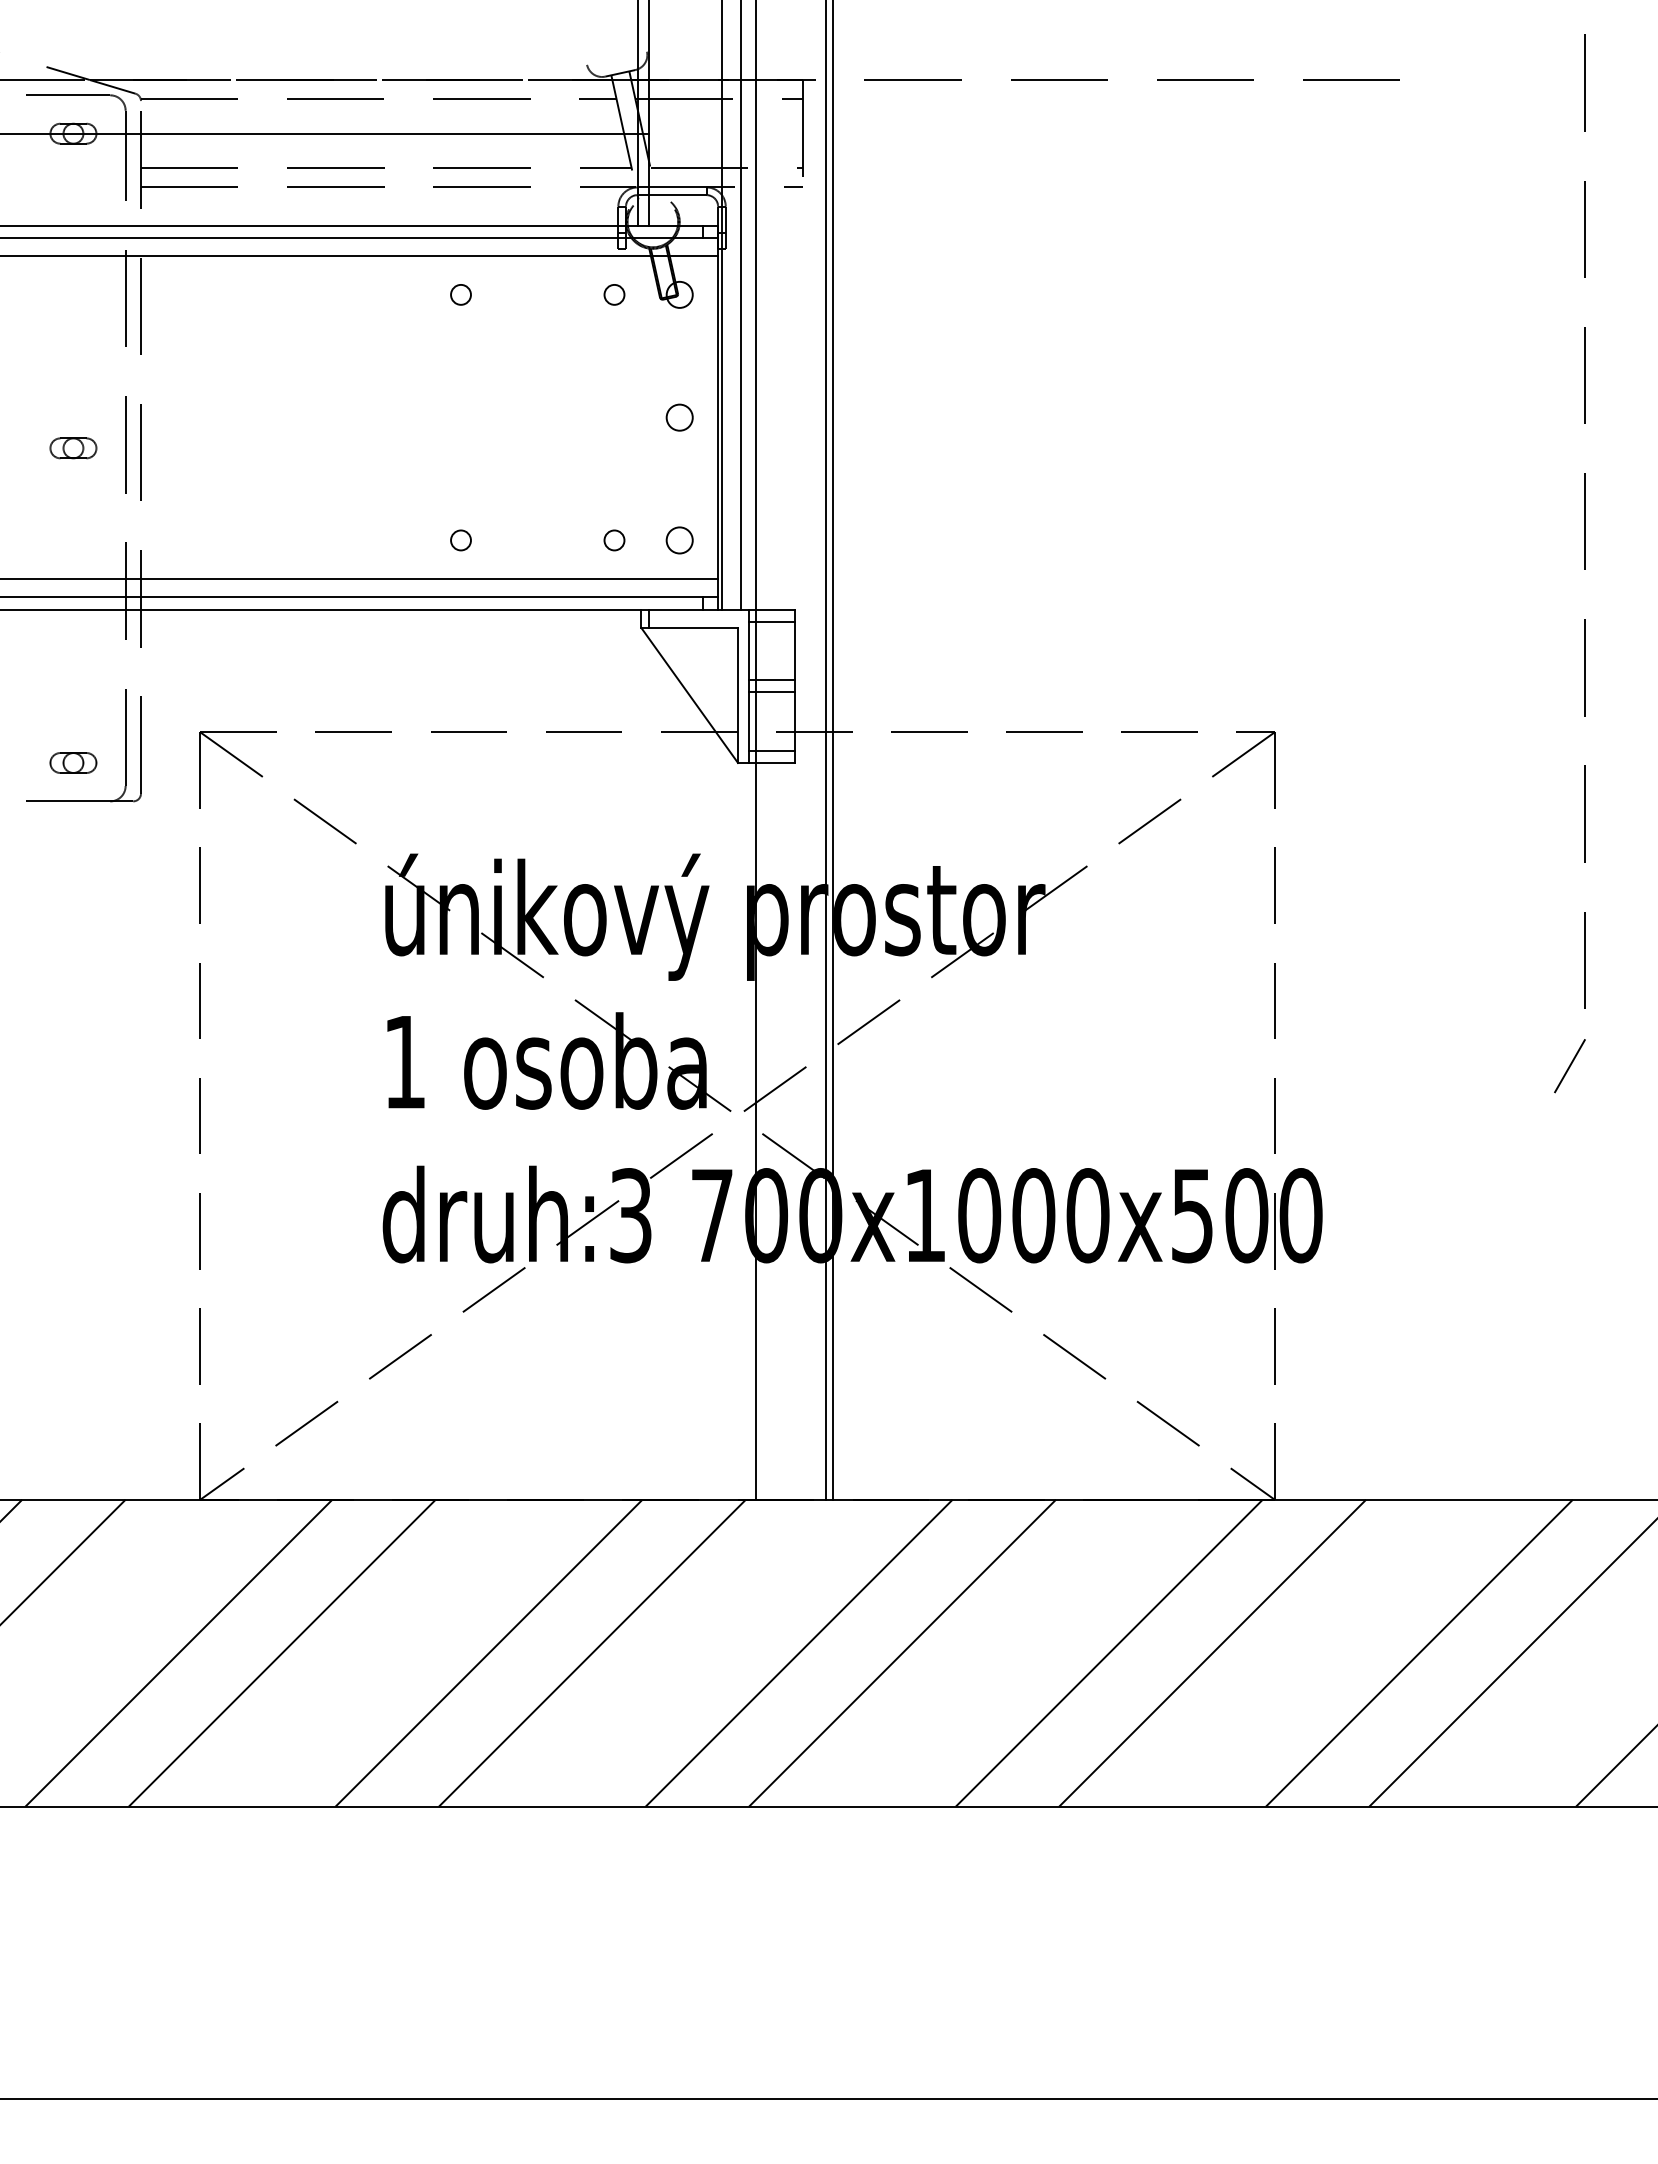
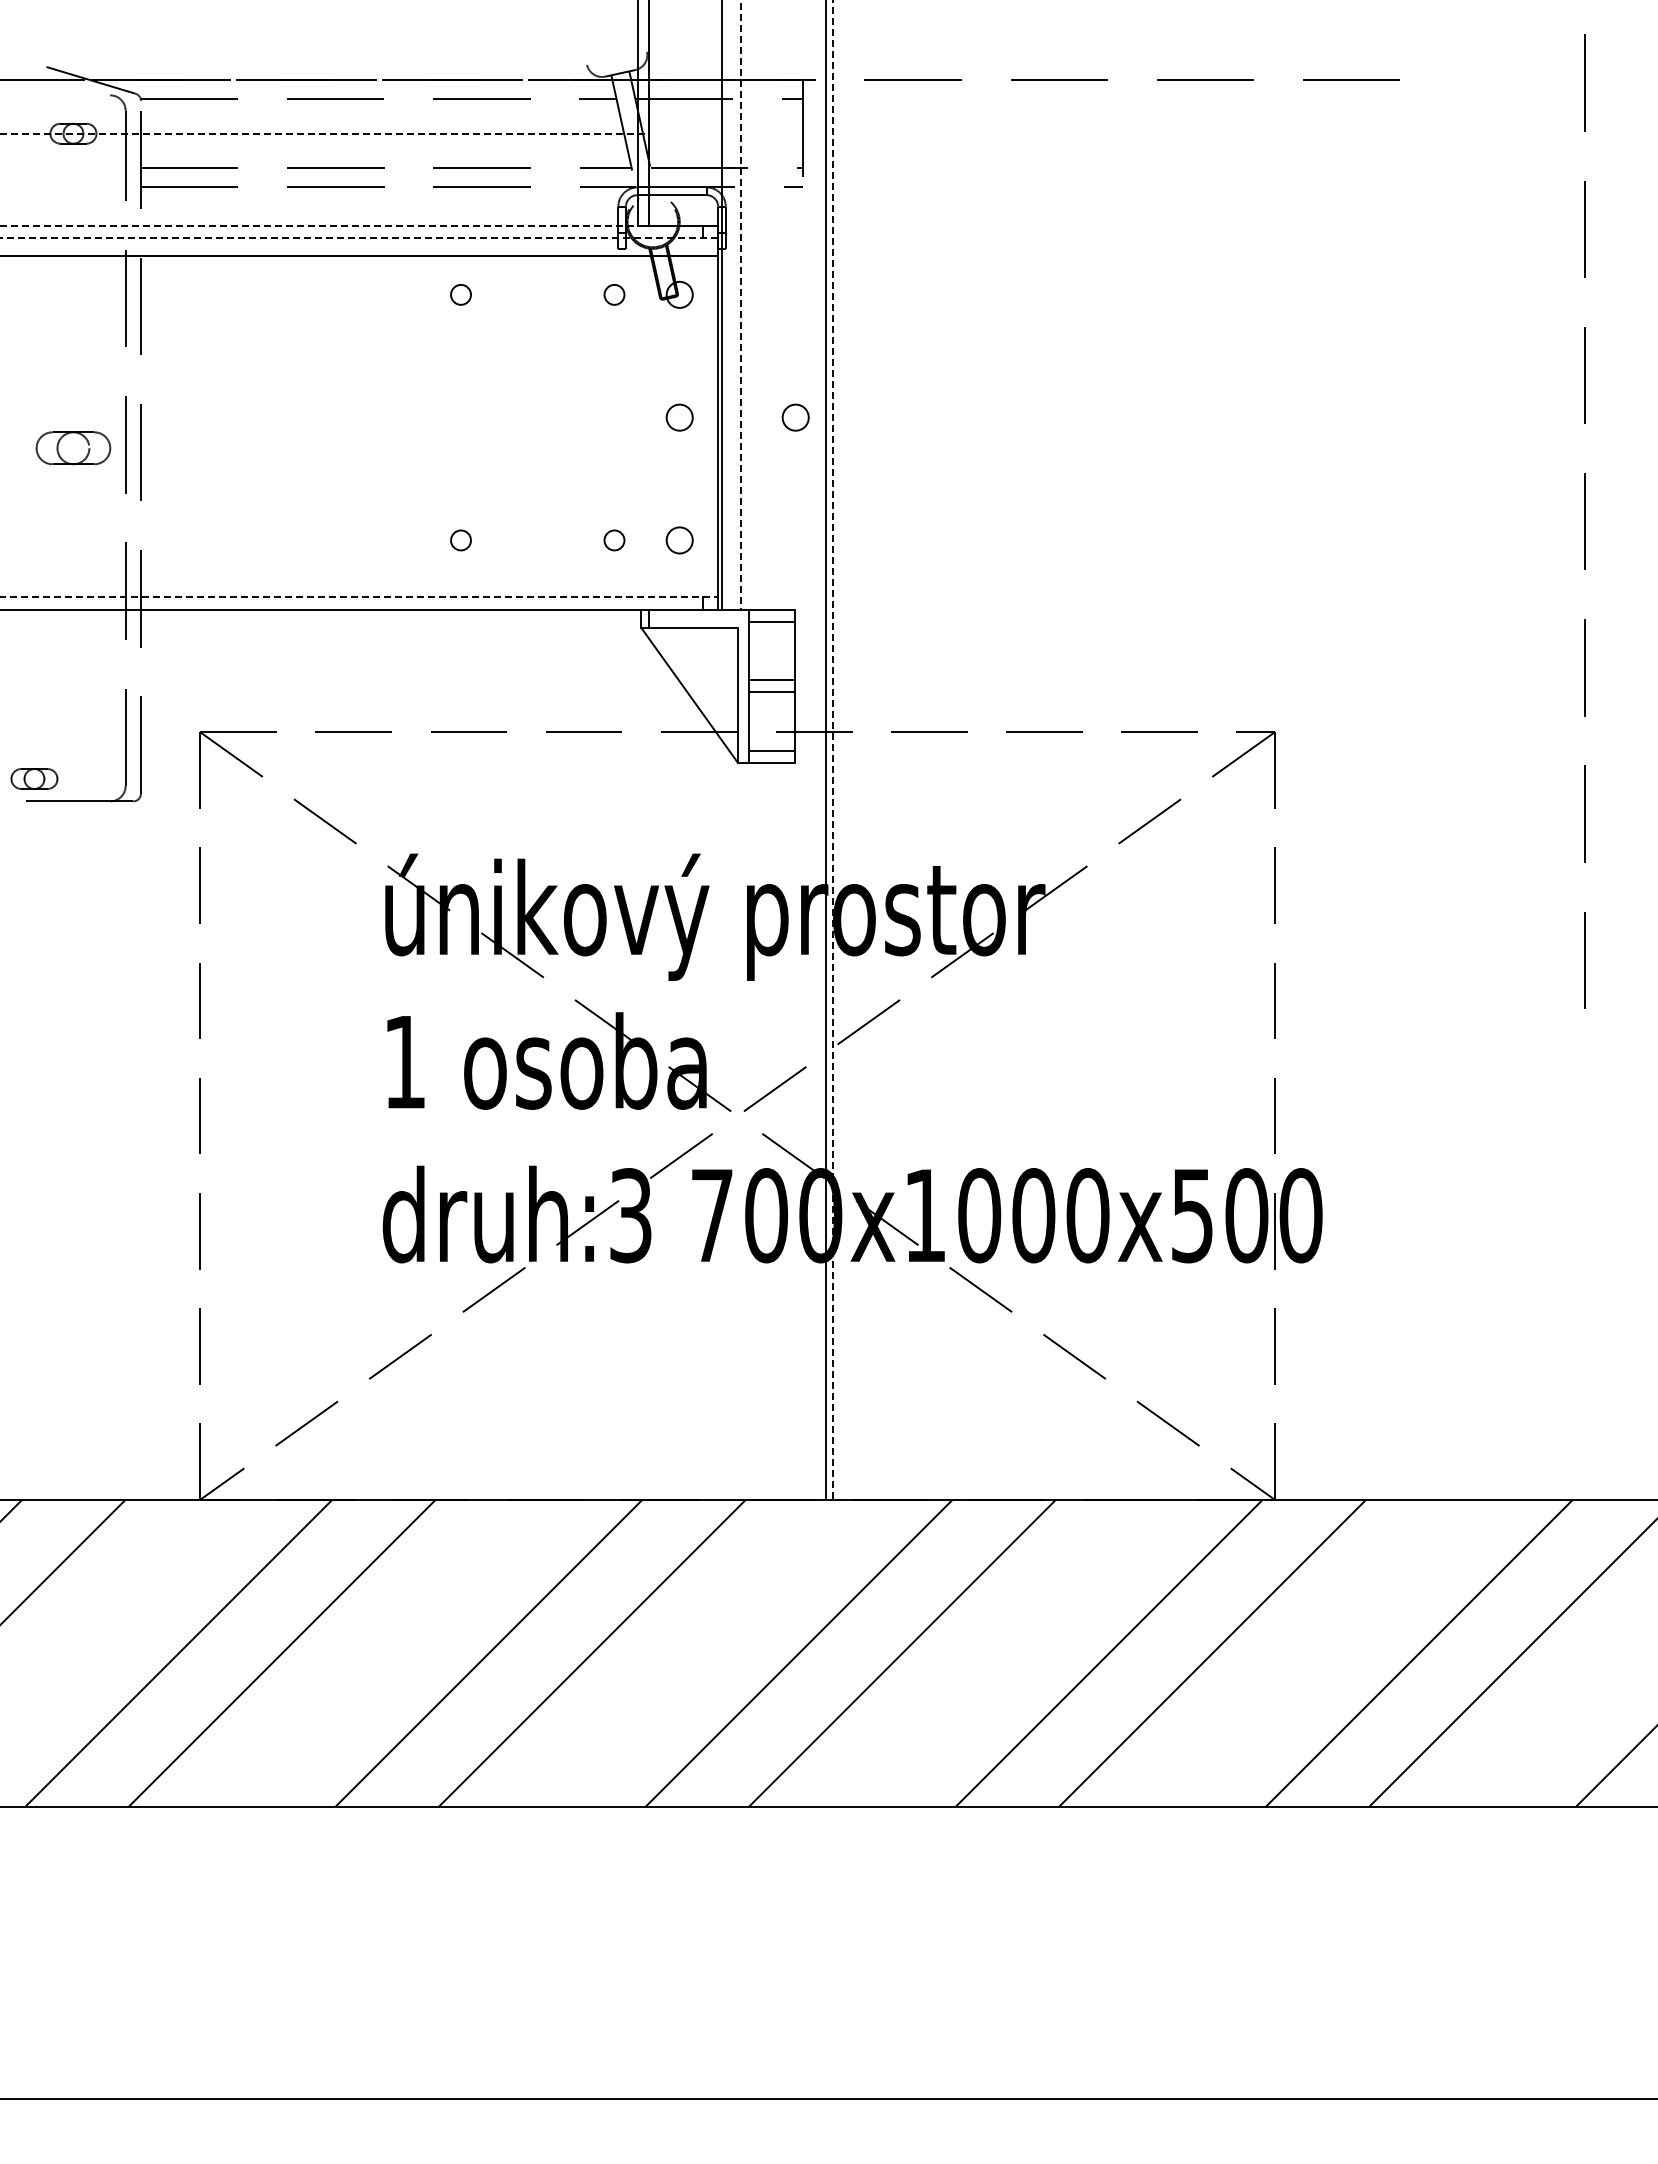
line at (67, 95): present -> none
line at (325, 133): solid -> dashed
line at (318, 225): solid -> dashed
line at (359, 238): solid -> dashed
line at (741, 305): solid -> dashed
circle at (795, 417): none -> present
part at (73, 448) size: 49x23 px -> 77x35 px
line at (360, 579): present -> none
line at (359, 597): solid -> dashed
line at (756, 750): present -> none
line at (833, 750): solid -> dashed
part at (73, 762) position: (73, 762) -> (34, 778)
line at (1569, 1066): present -> none
